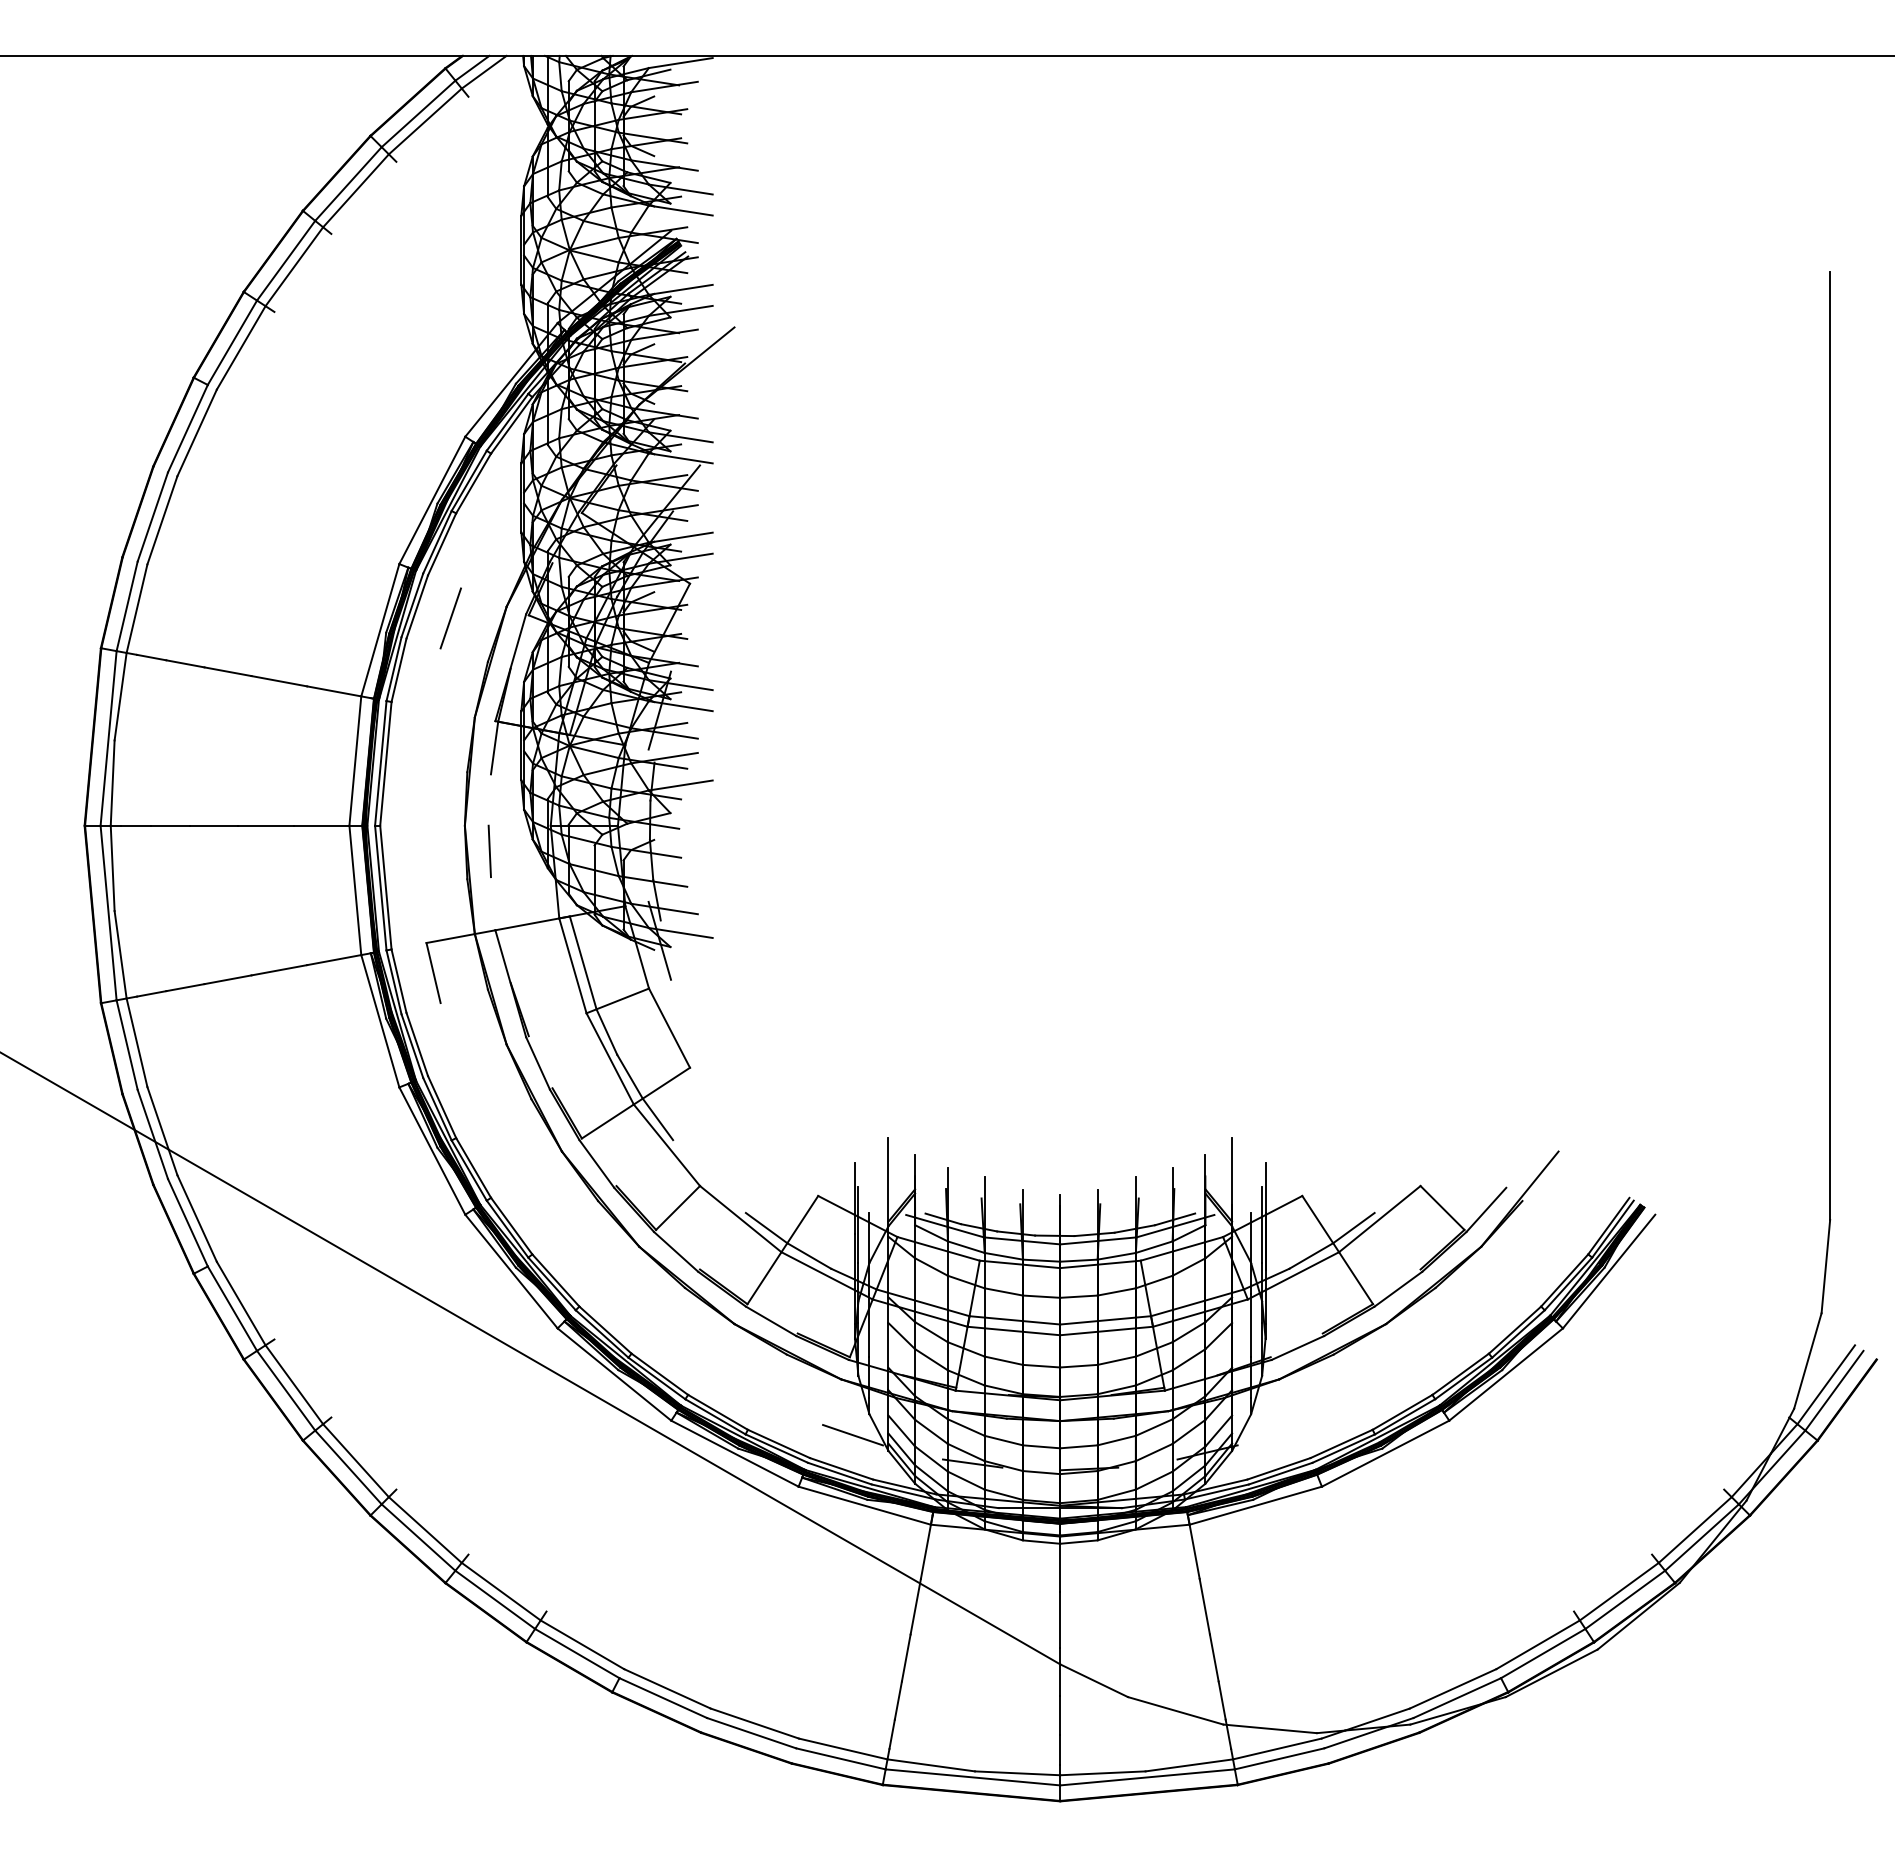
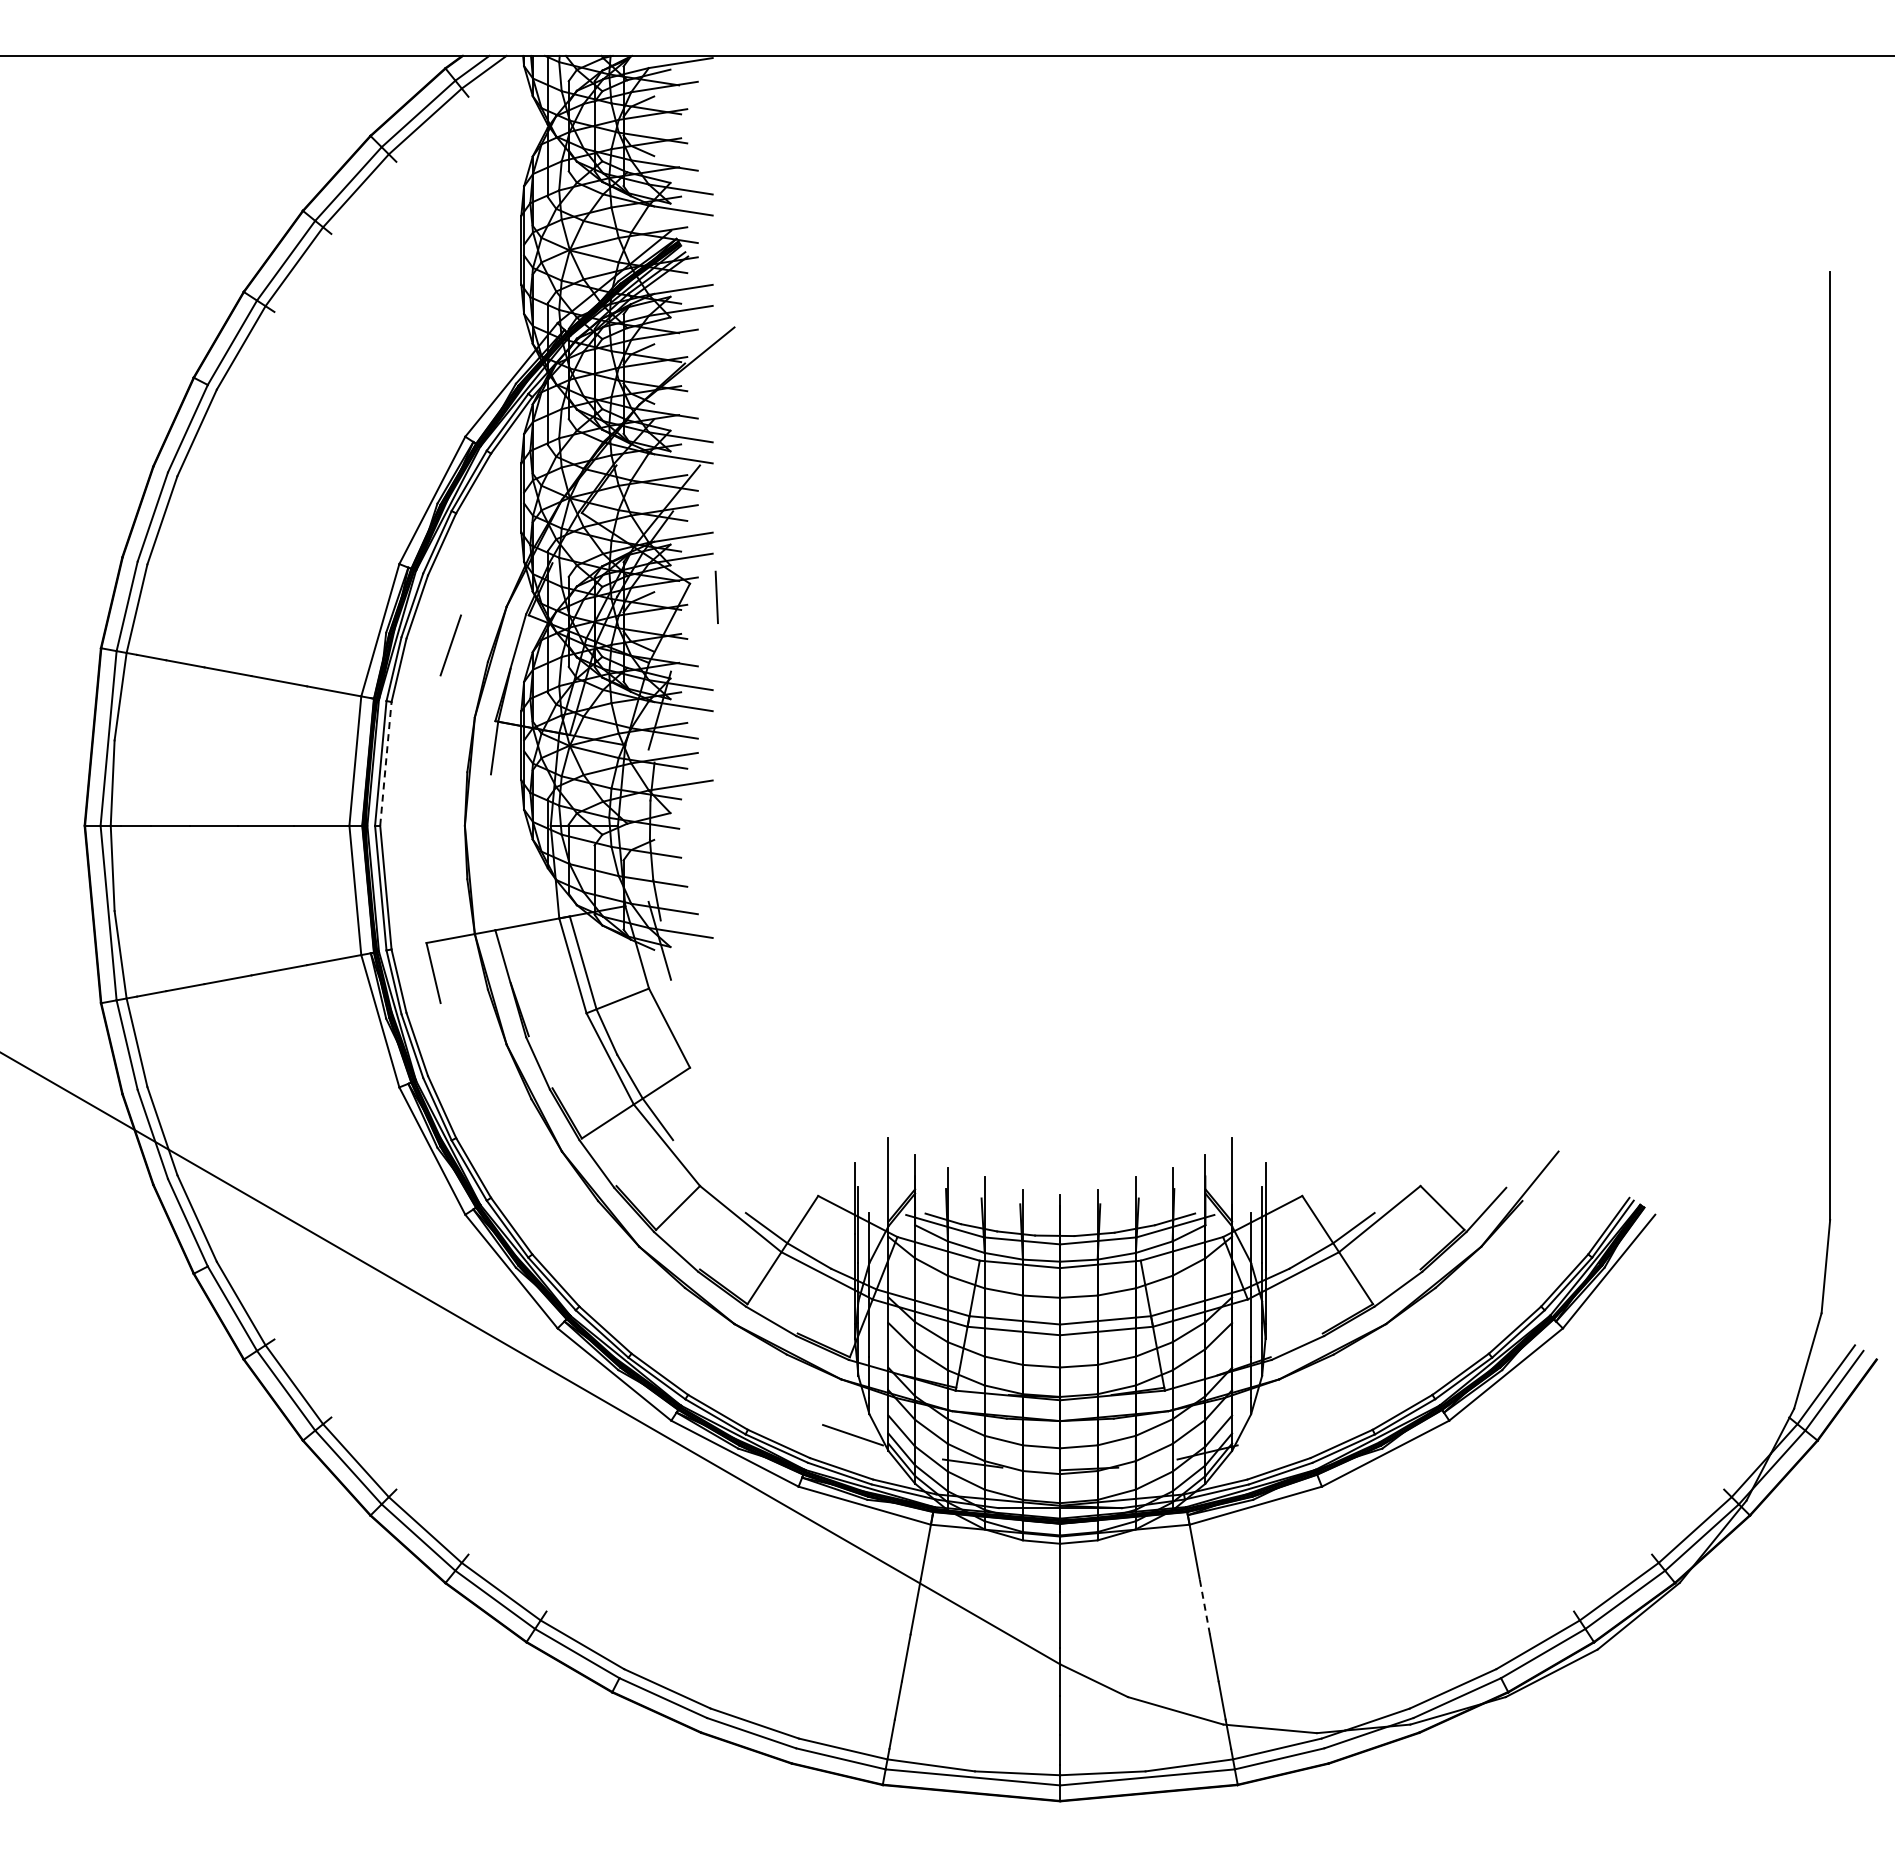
line at (450, 618) position: (450, 618) -> (450, 645)
line at (385, 763): solid -> dashed
line at (489, 850) position: (489, 850) -> (716, 596)
line at (1204, 1606): solid -> dashed
